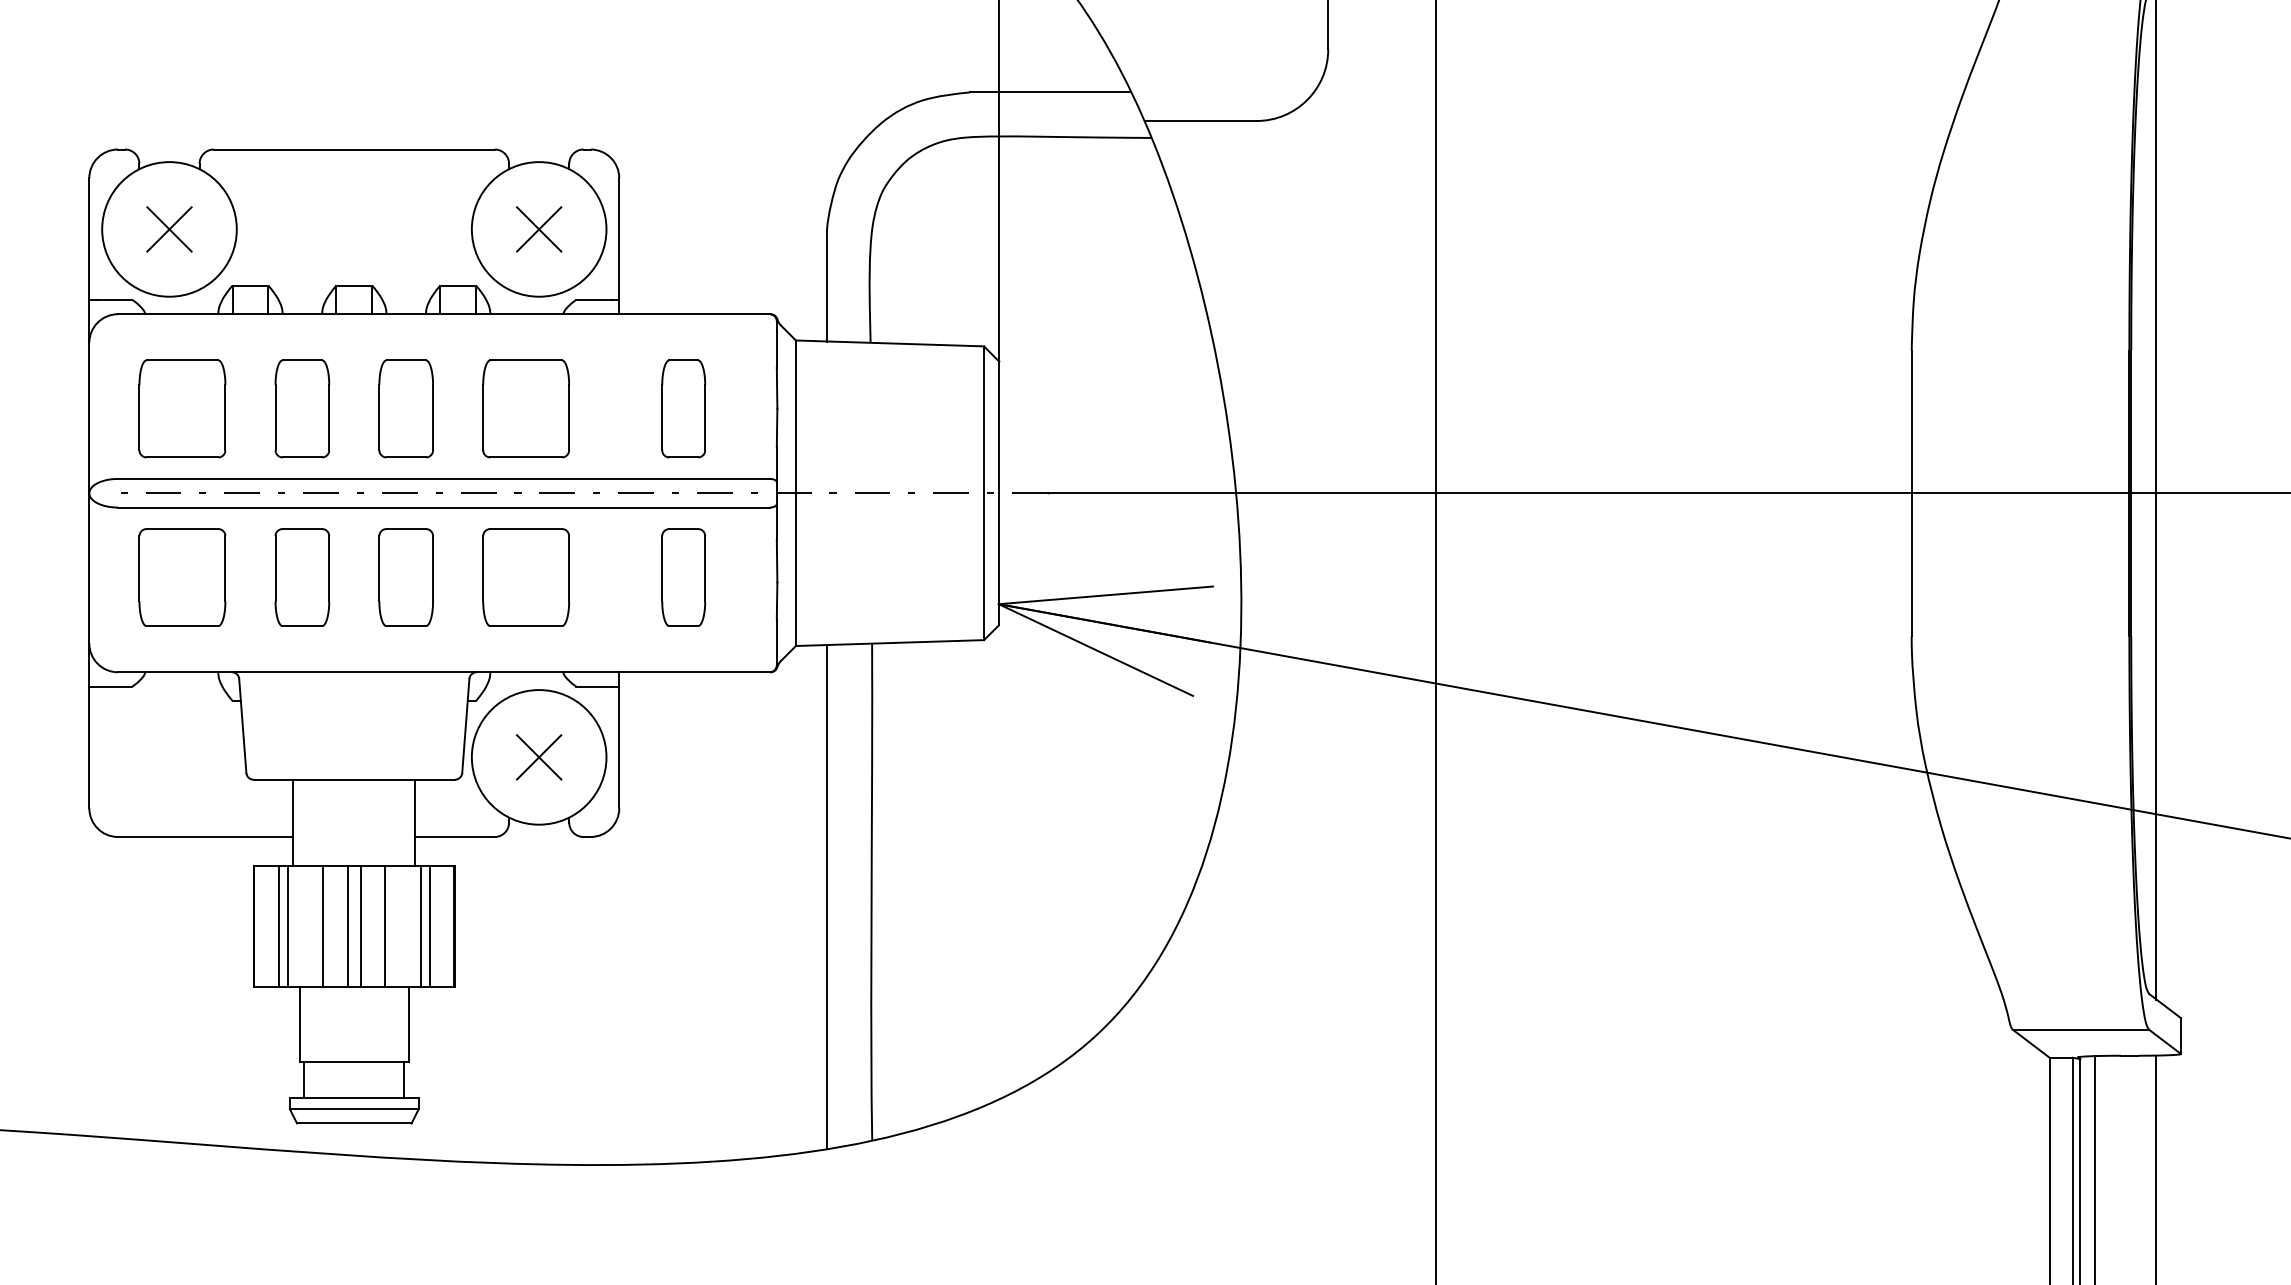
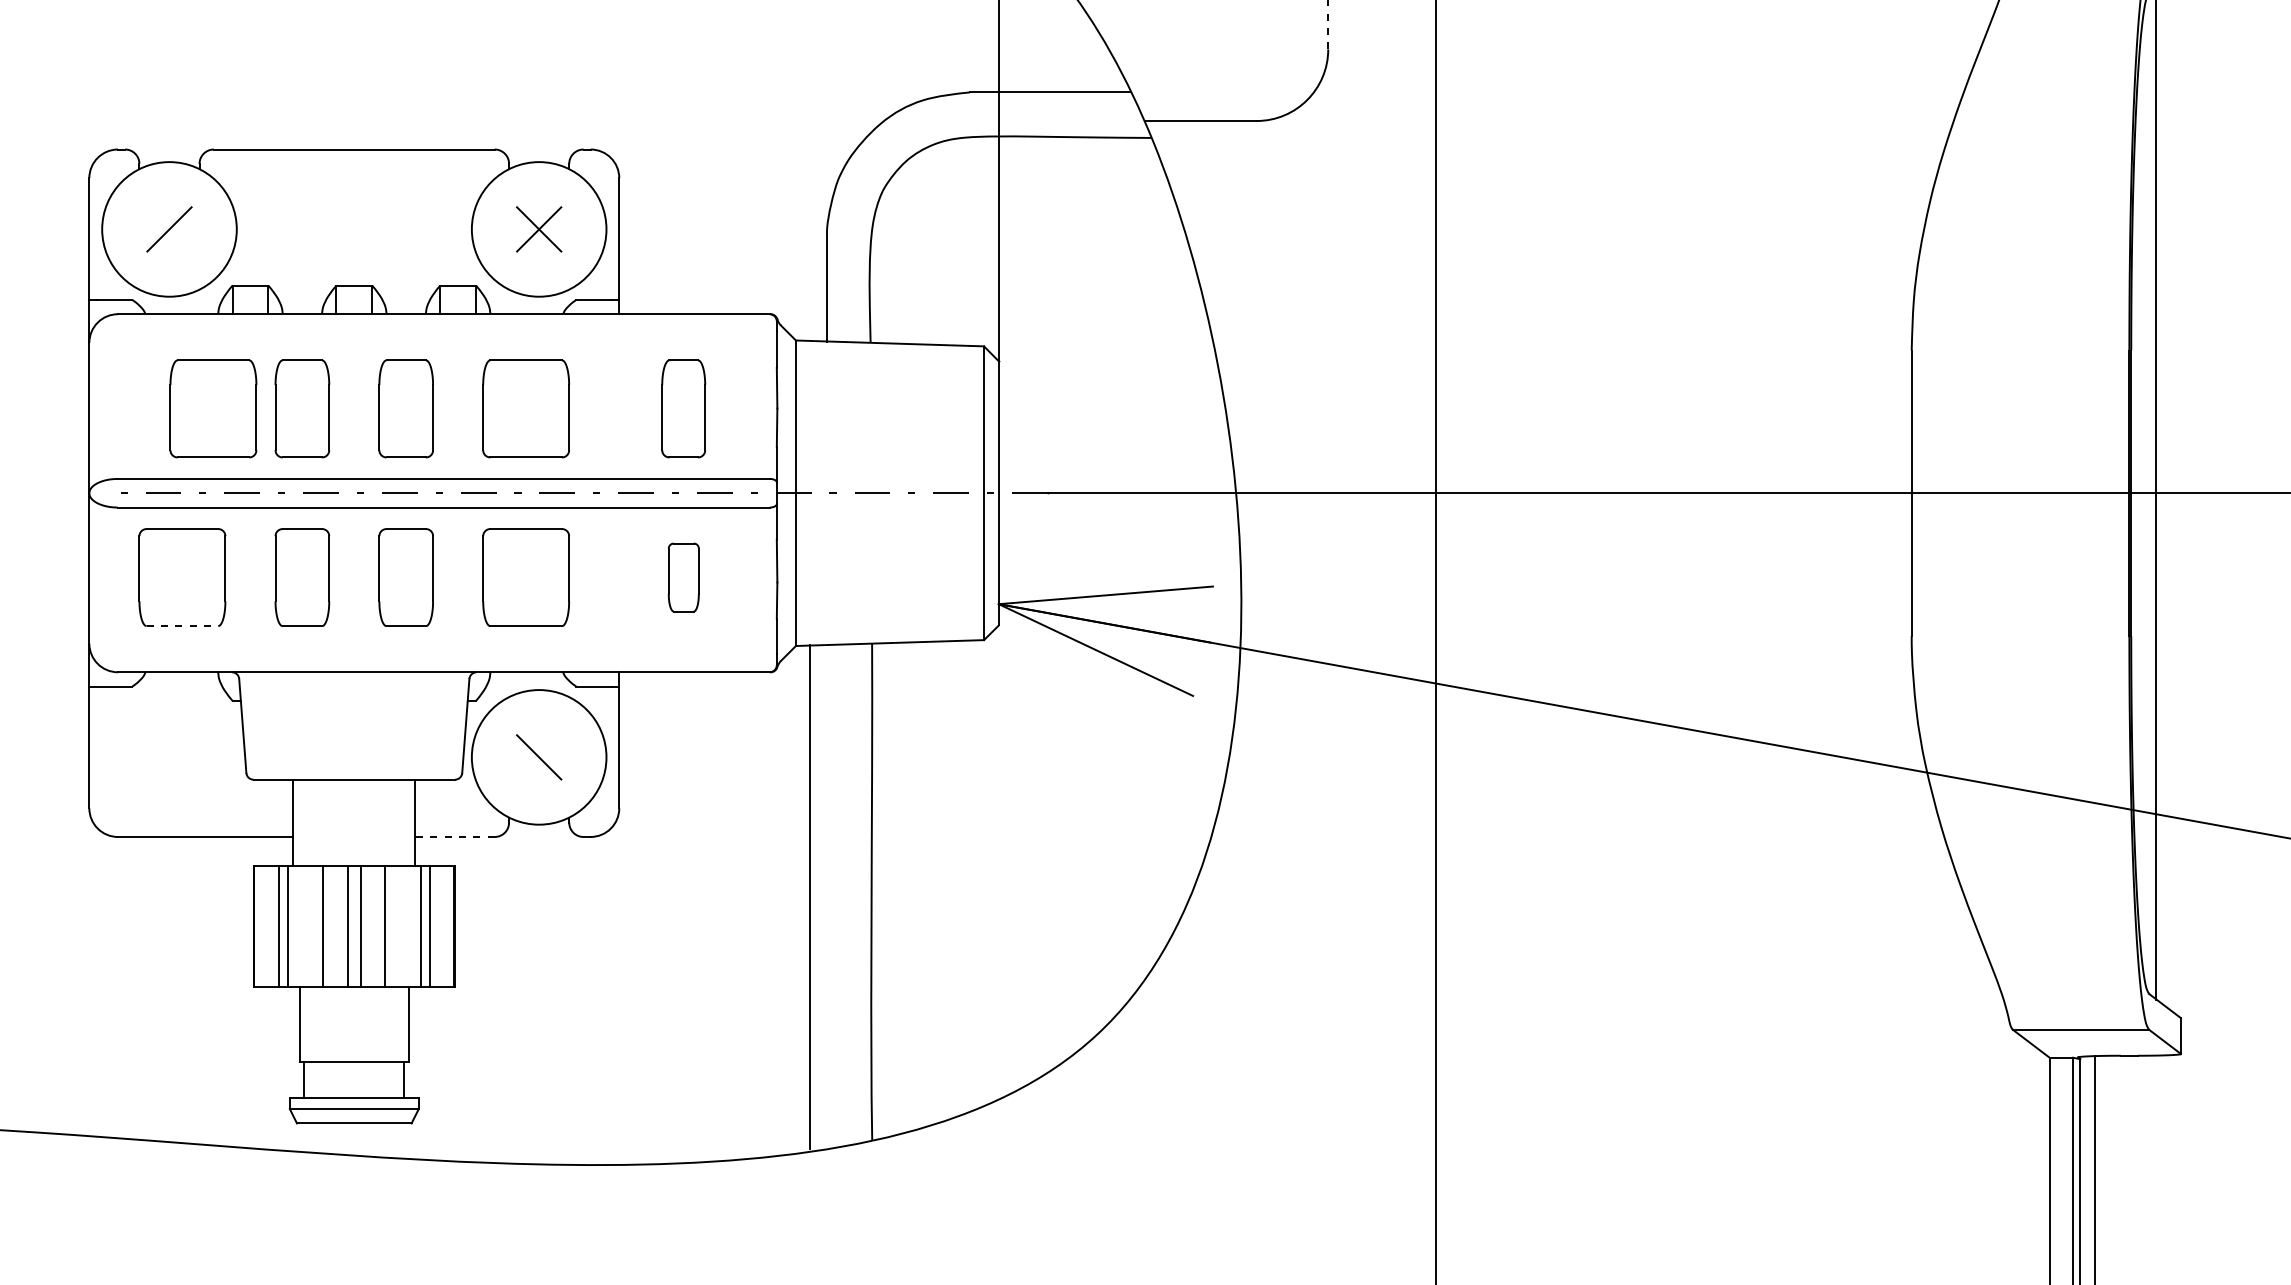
line at (1328, 24): solid -> dashed
line at (169, 229): present -> none
part at (182, 408) position: (182, 408) -> (213, 408)
part at (683, 577) size: 46x99 px -> 33x71 px
line at (182, 626): solid -> dashed
line at (539, 757): present -> none
line at (454, 836): solid -> dashed
line at (826, 897) position: (826, 897) -> (809, 897)
line at (2156, 1168): present -> none
